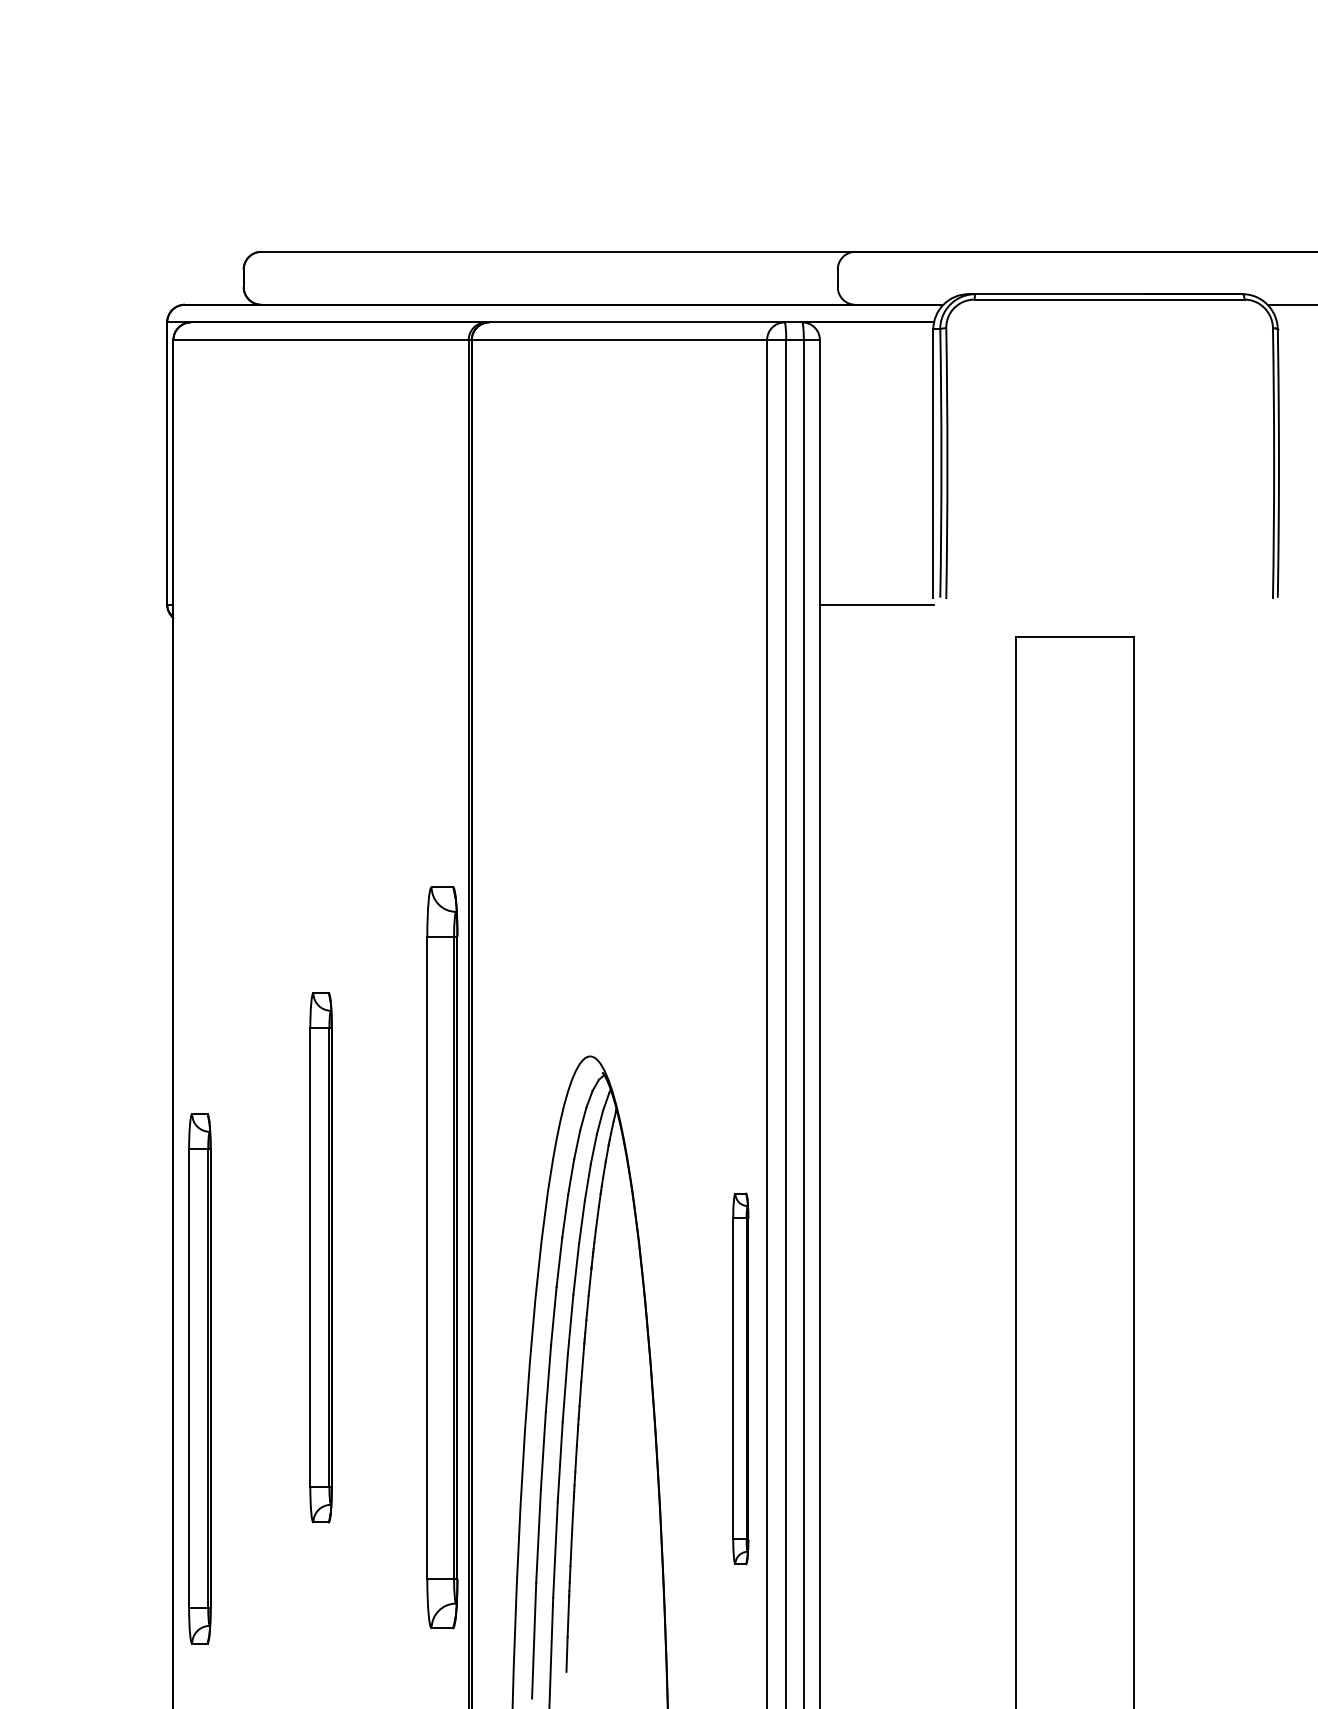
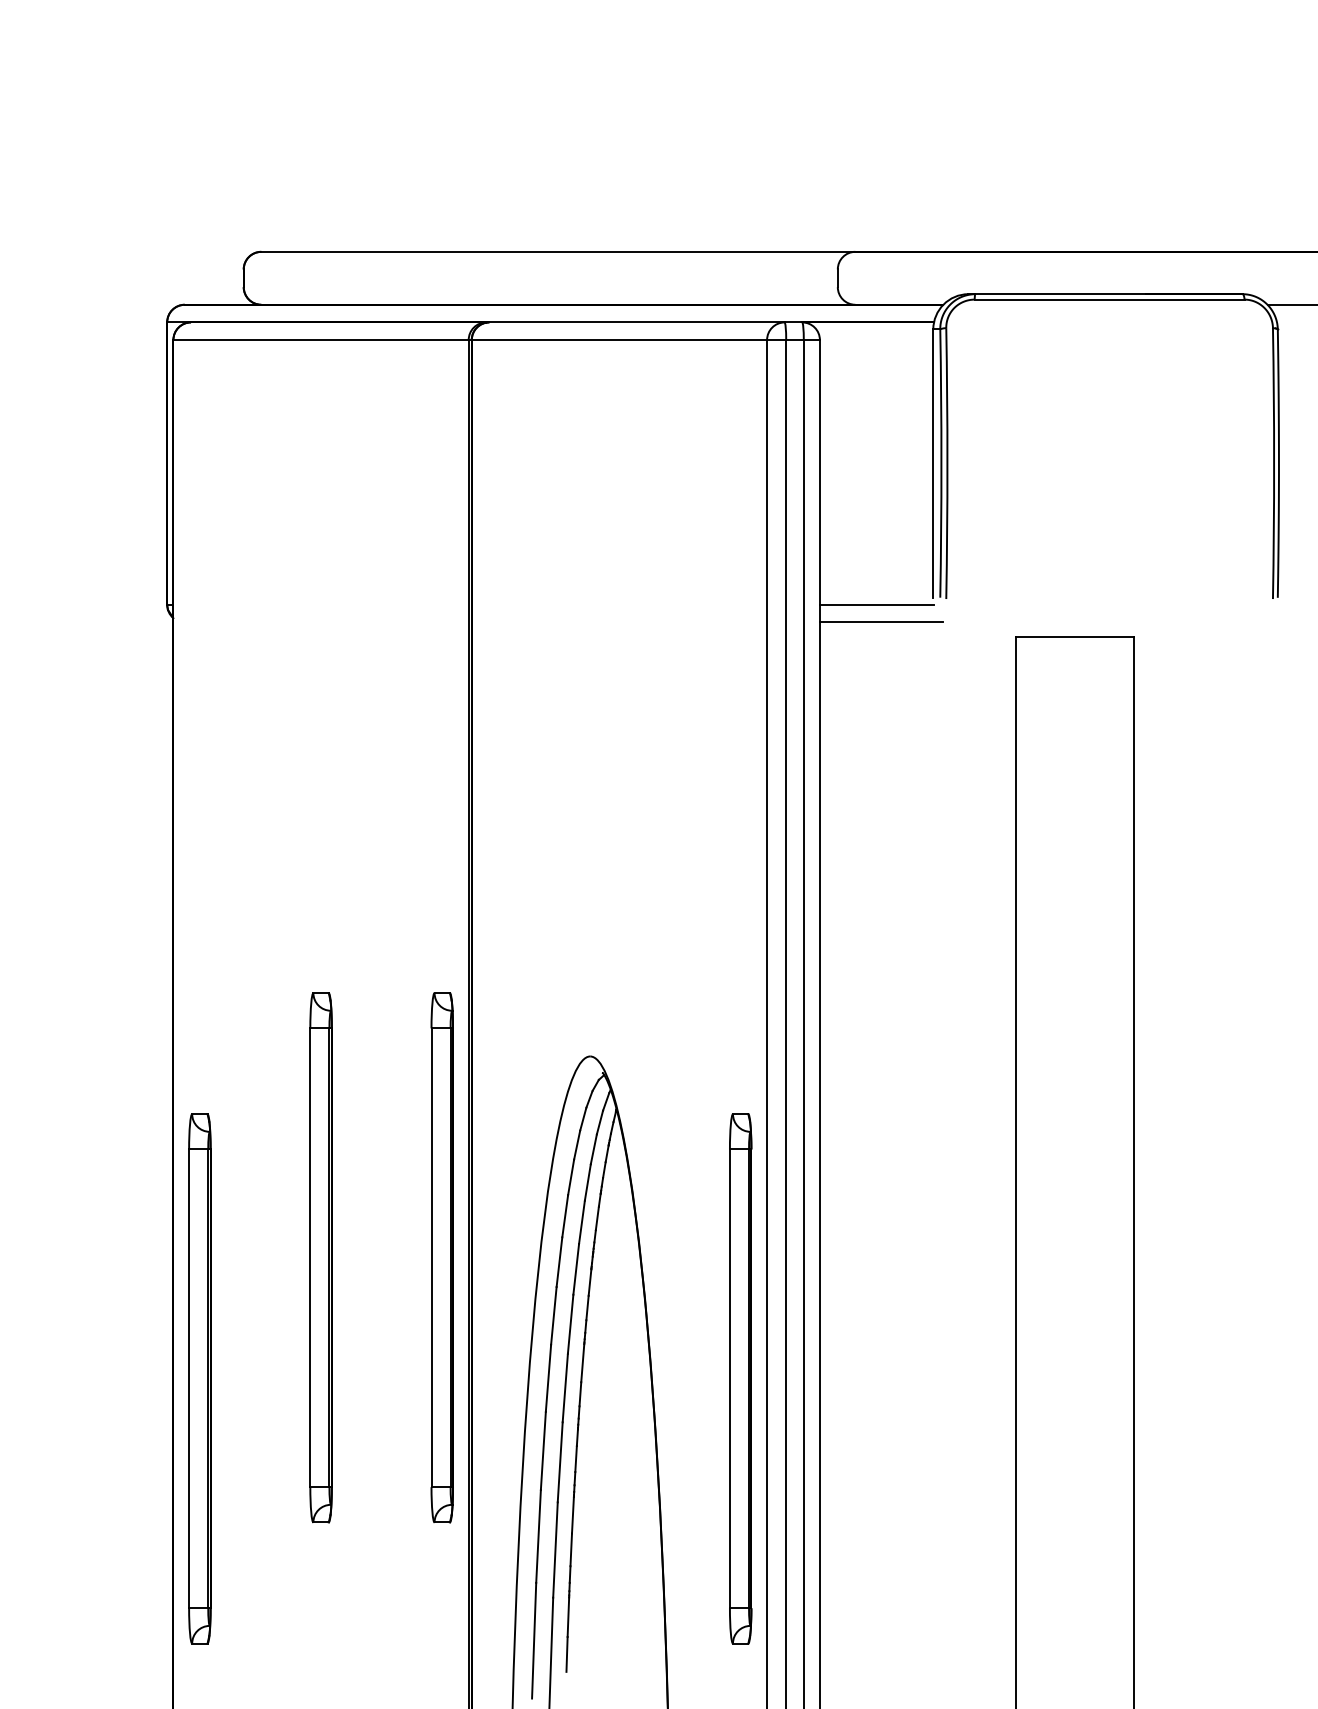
line at (881, 622): none -> present
part at (442, 1257) size: 33x744 px -> 24x532 px
part at (740, 1378) size: 18x374 px -> 24x532 px
